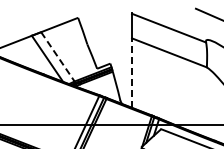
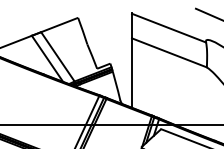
line at (57, 56): dashed -> solid
line at (132, 73): dashed -> solid
